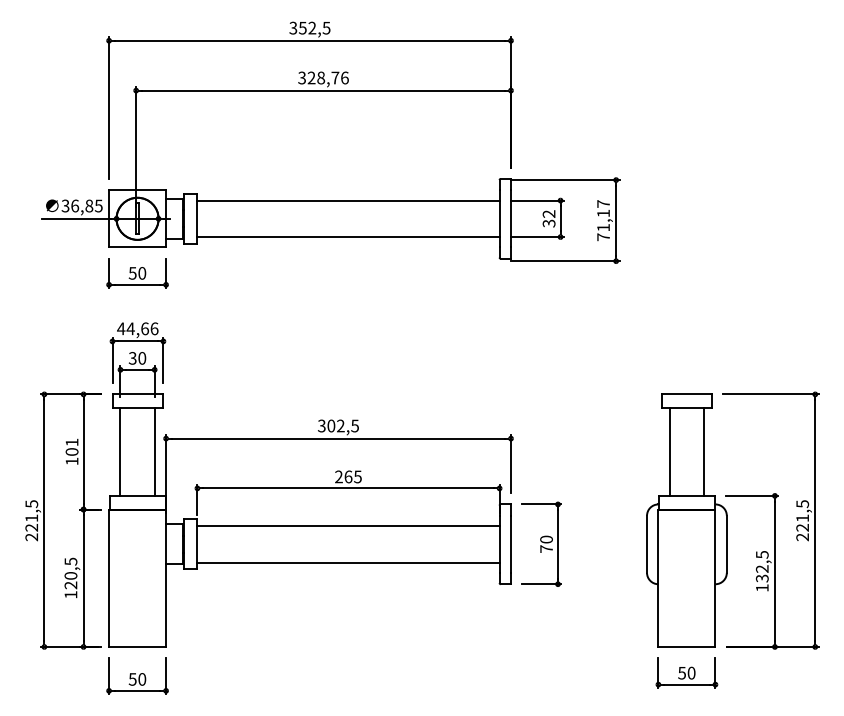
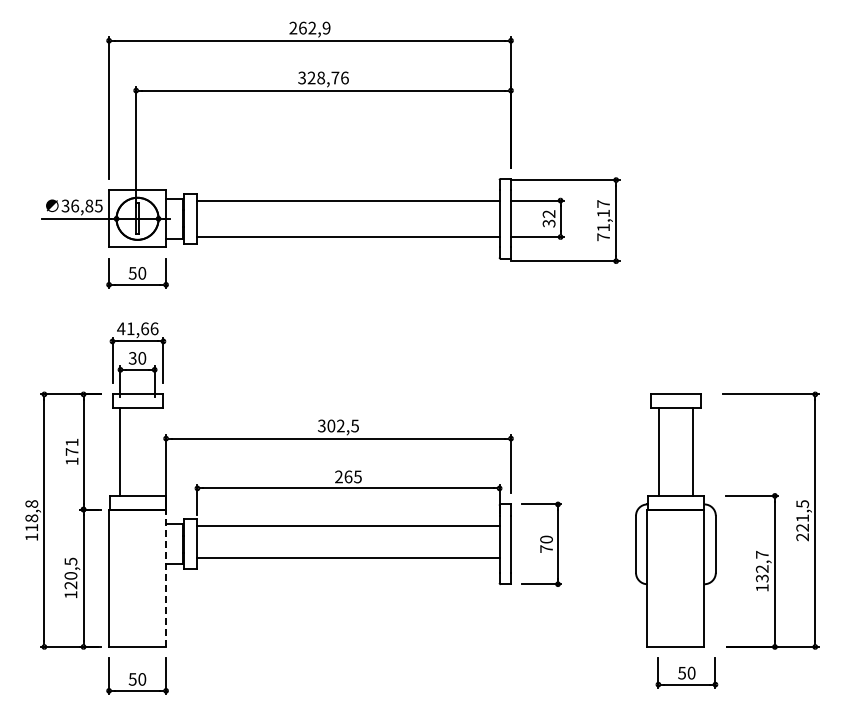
text at (309, 27): 352,5 -> 262,9
text at (130, 328): 44,66 -> 41,66
text at (71, 451): 101 -> 171
line at (154, 451): present -> none
text at (31, 520): 221,5 -> 118,8
part at (686, 520) position: (686, 520) -> (675, 520)
text at (762, 554): 132,5 -> 132,7
line at (348, 562) position: (348, 562) -> (348, 557)
line at (166, 578): solid -> dashed
